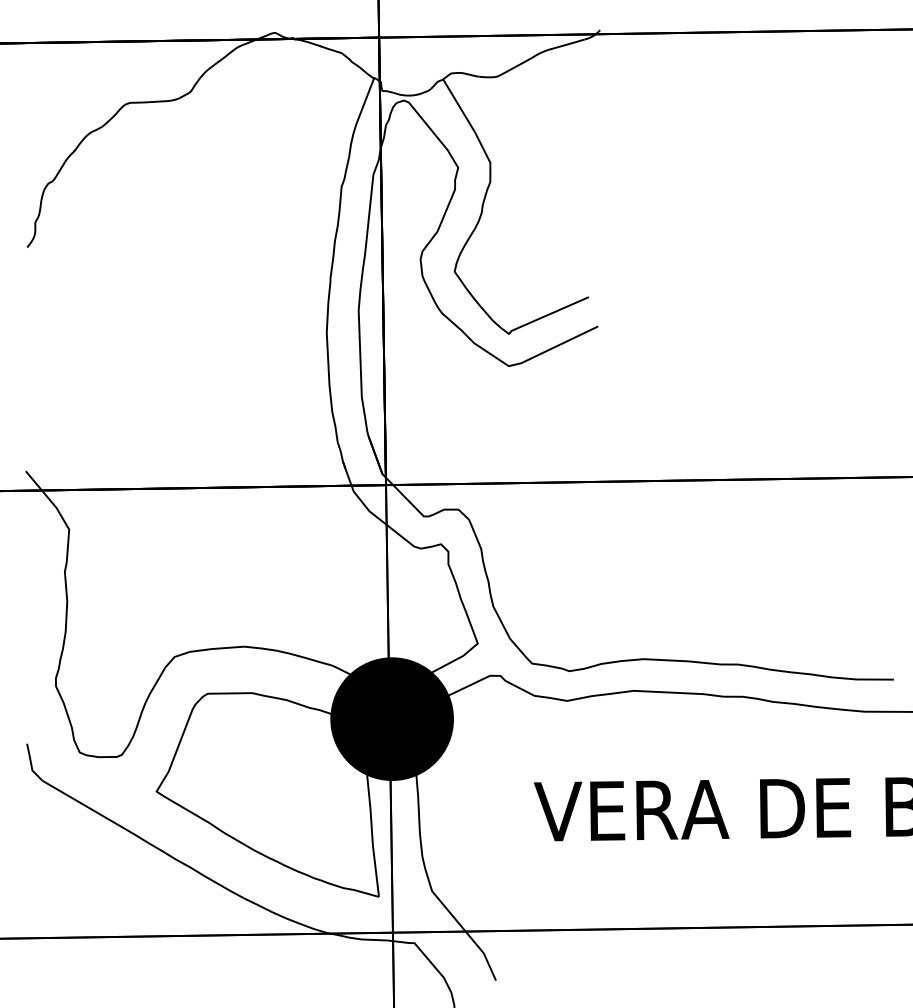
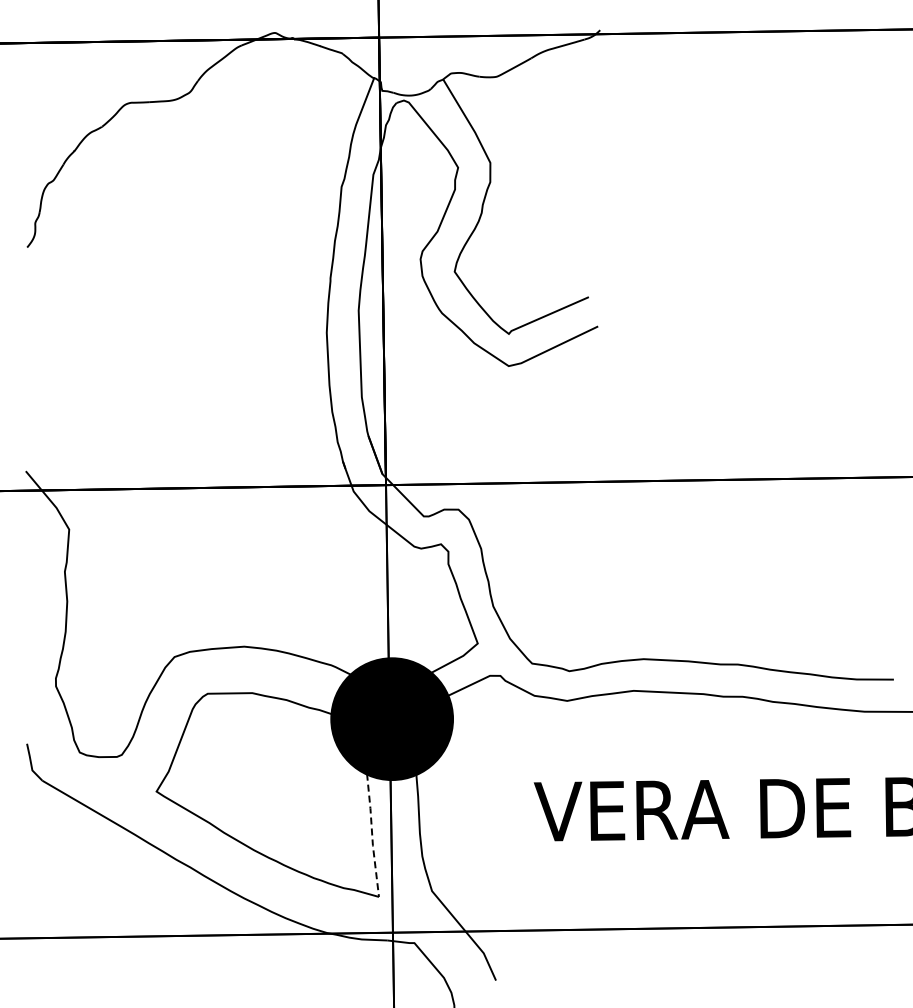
line at (372, 835): solid -> dashed
